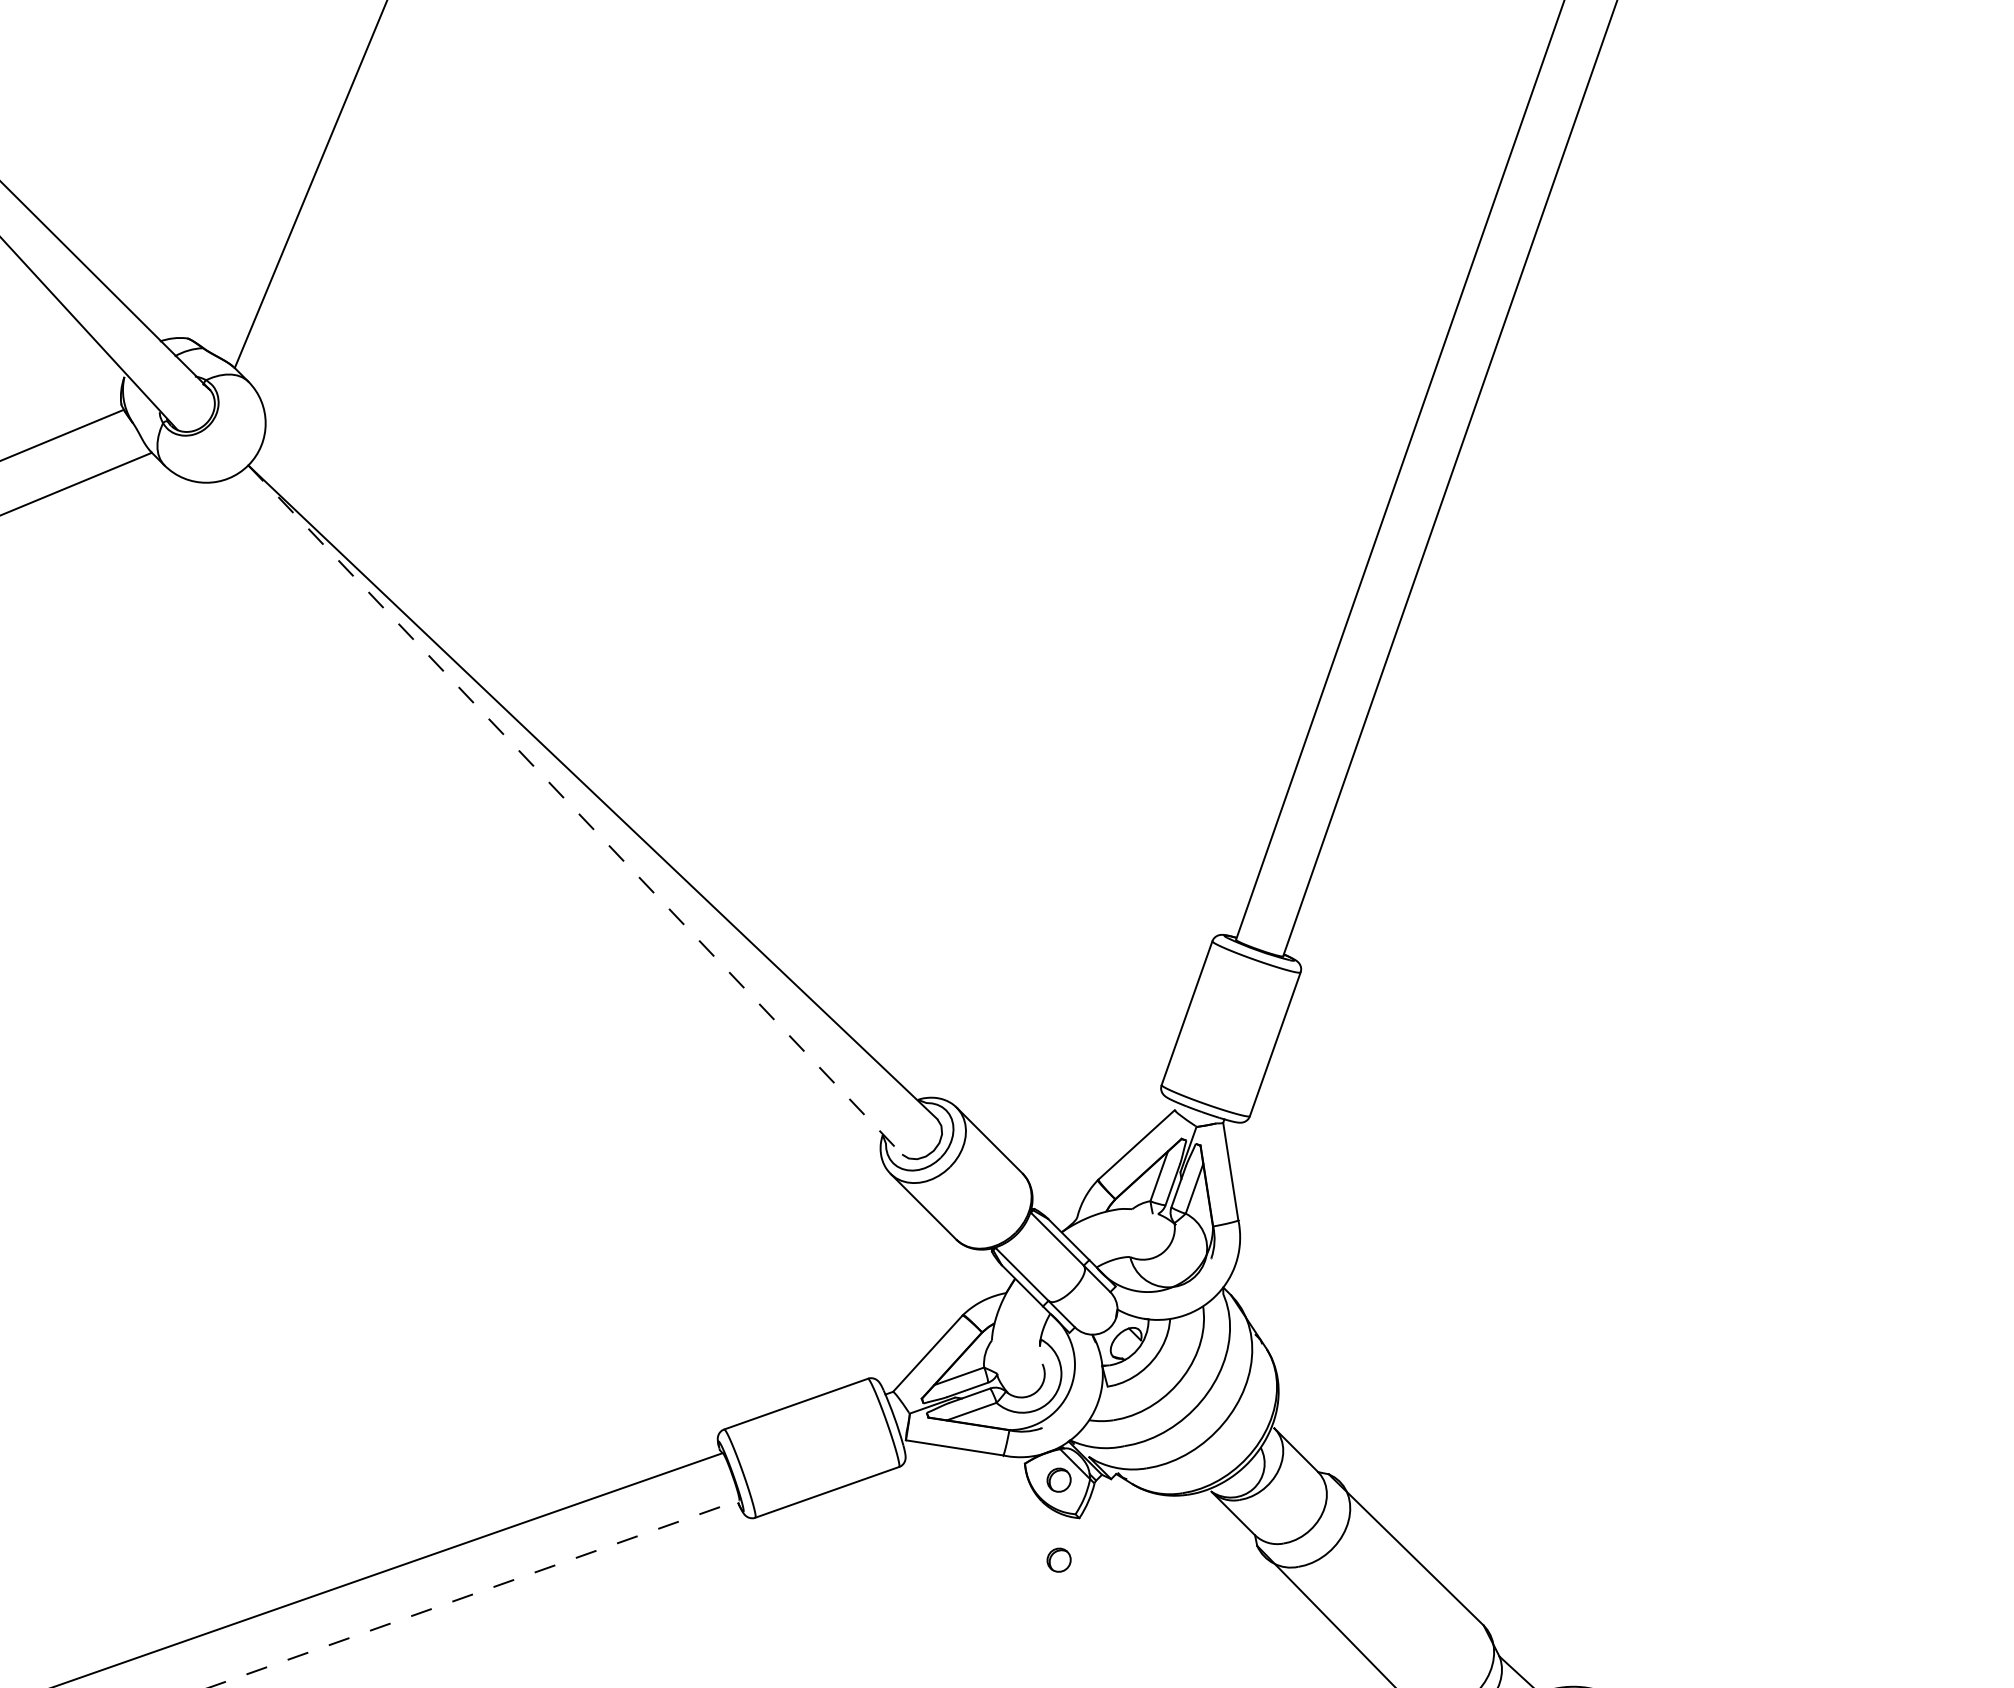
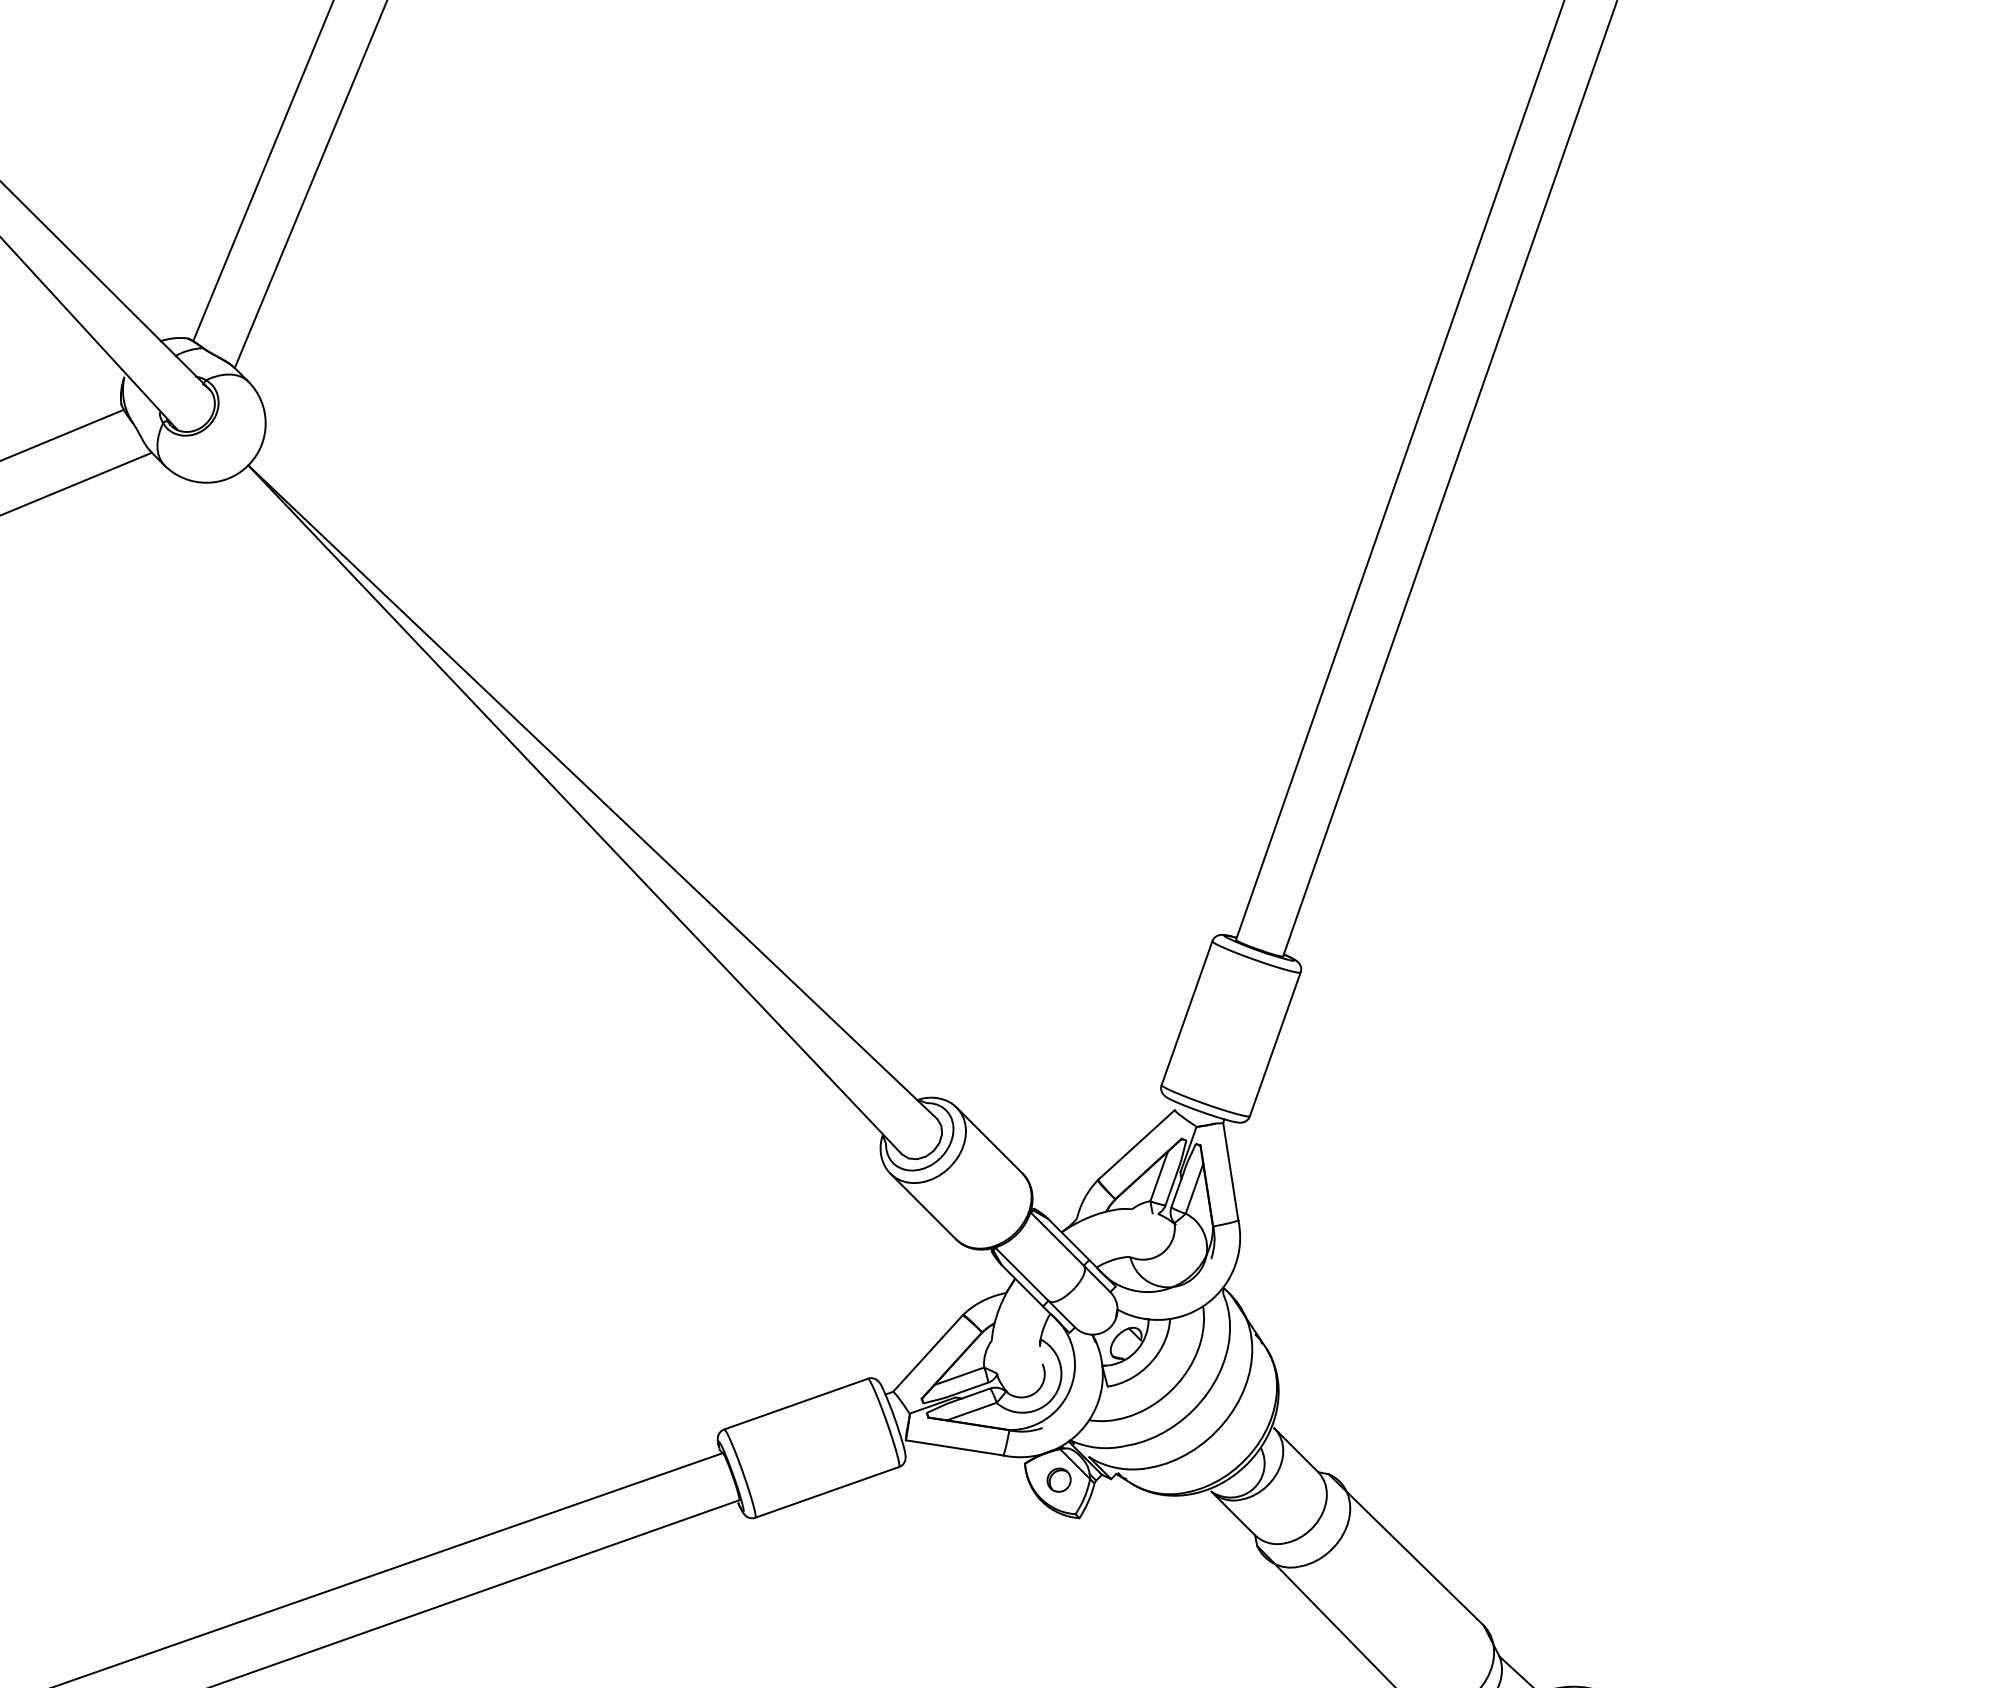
line at (262, 171): none -> present
line at (575, 809): dashed -> solid
part at (1058, 1559): present -> none
line at (474, 1593): dashed -> solid
